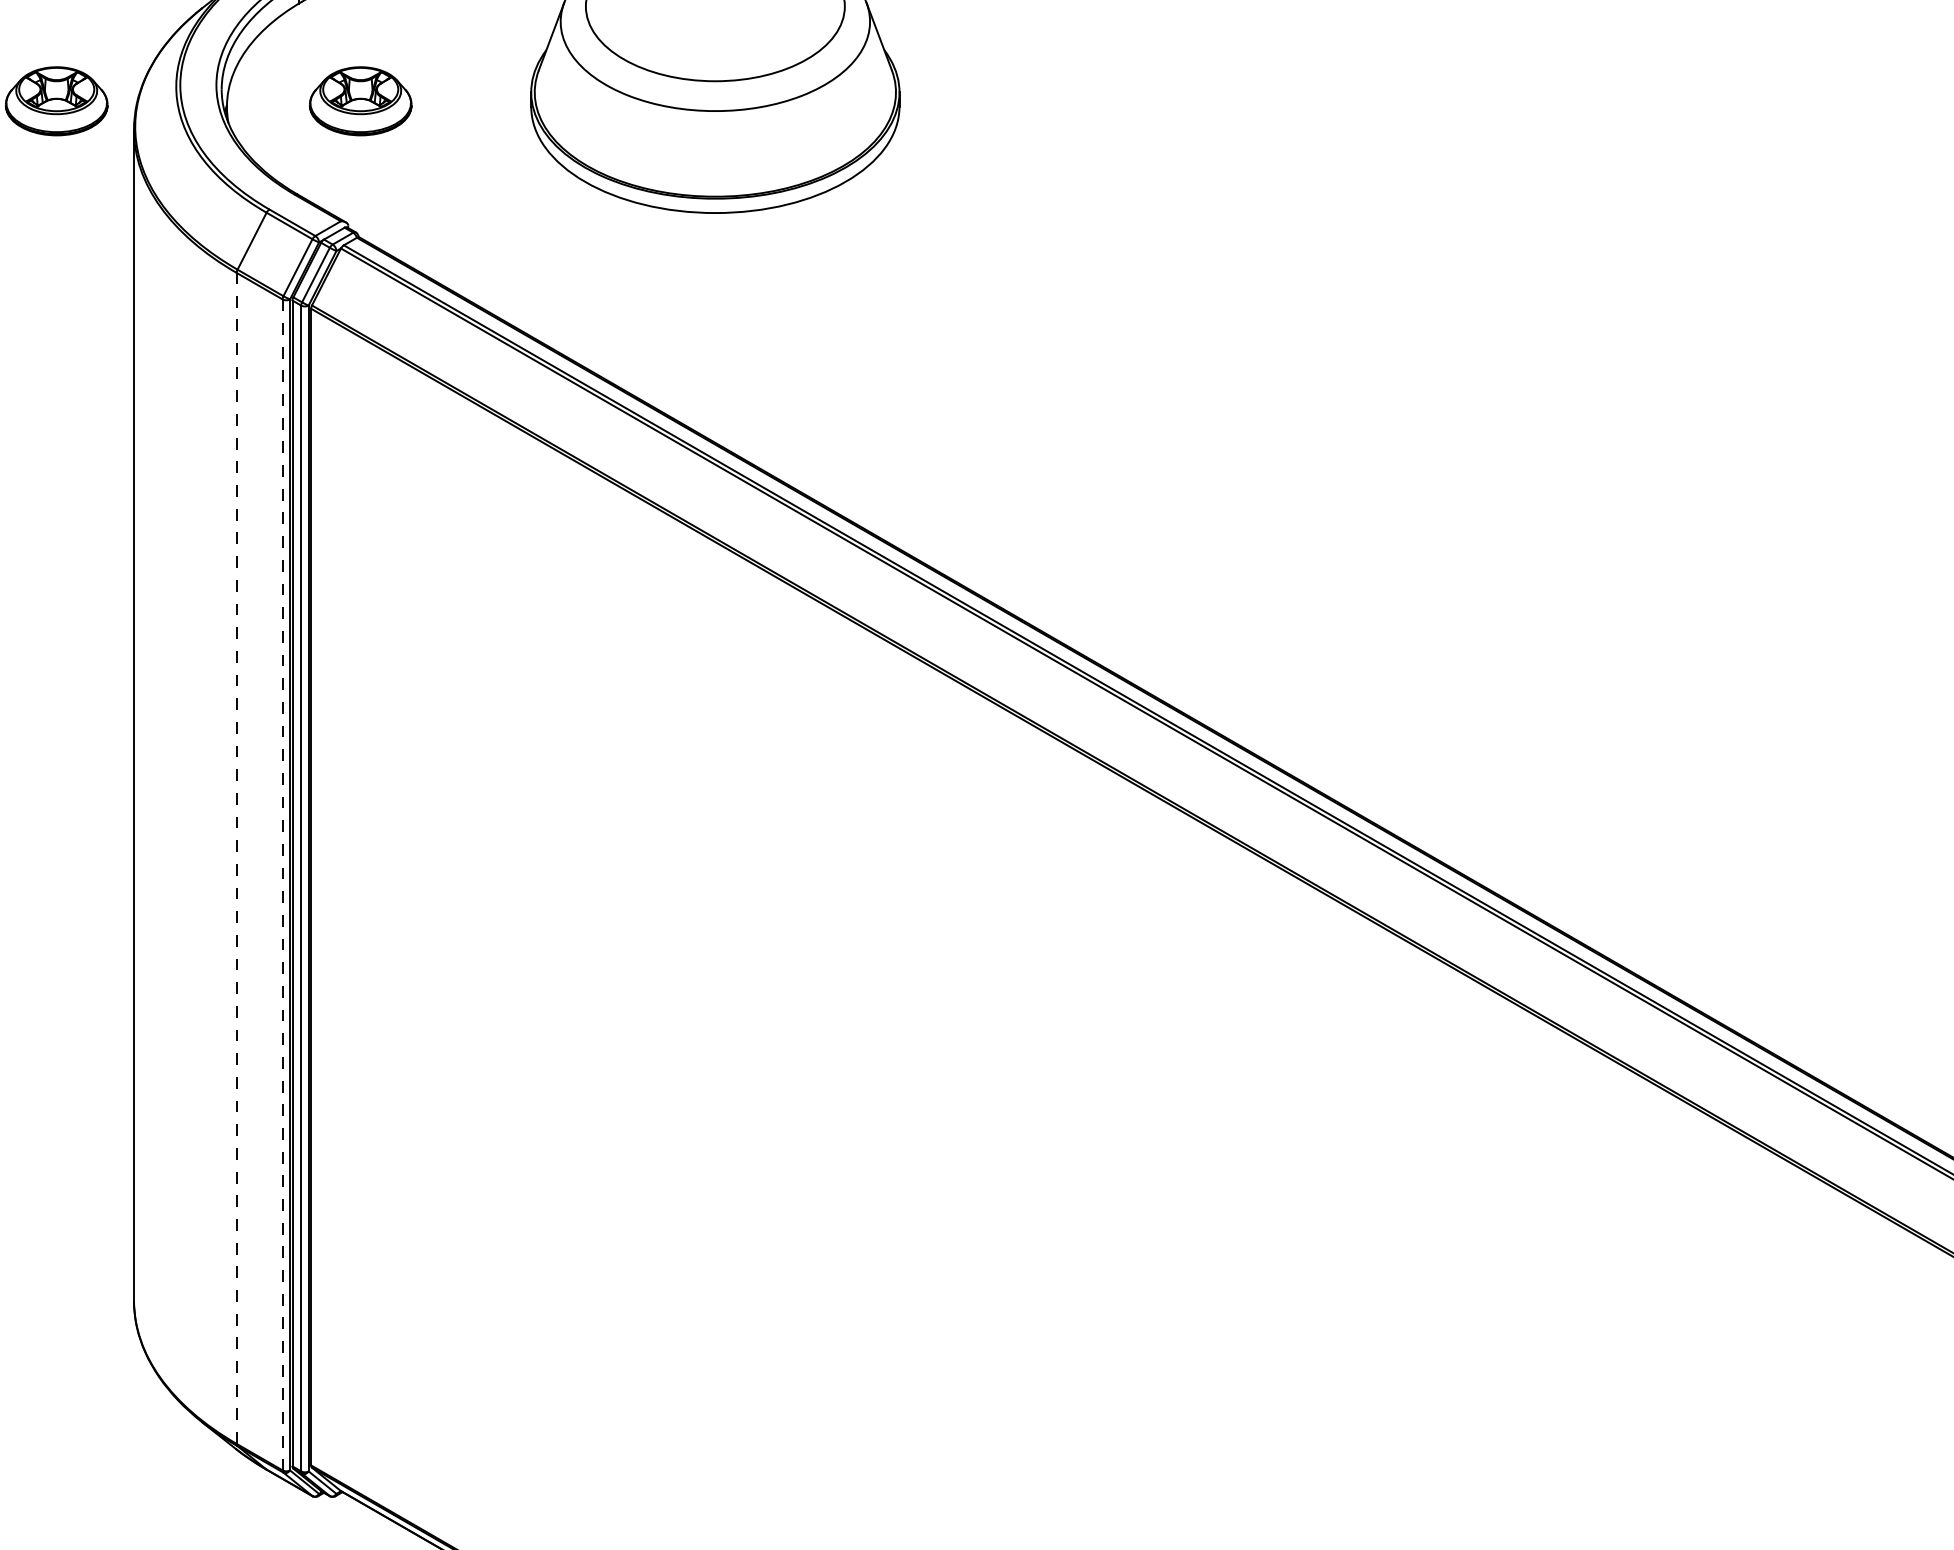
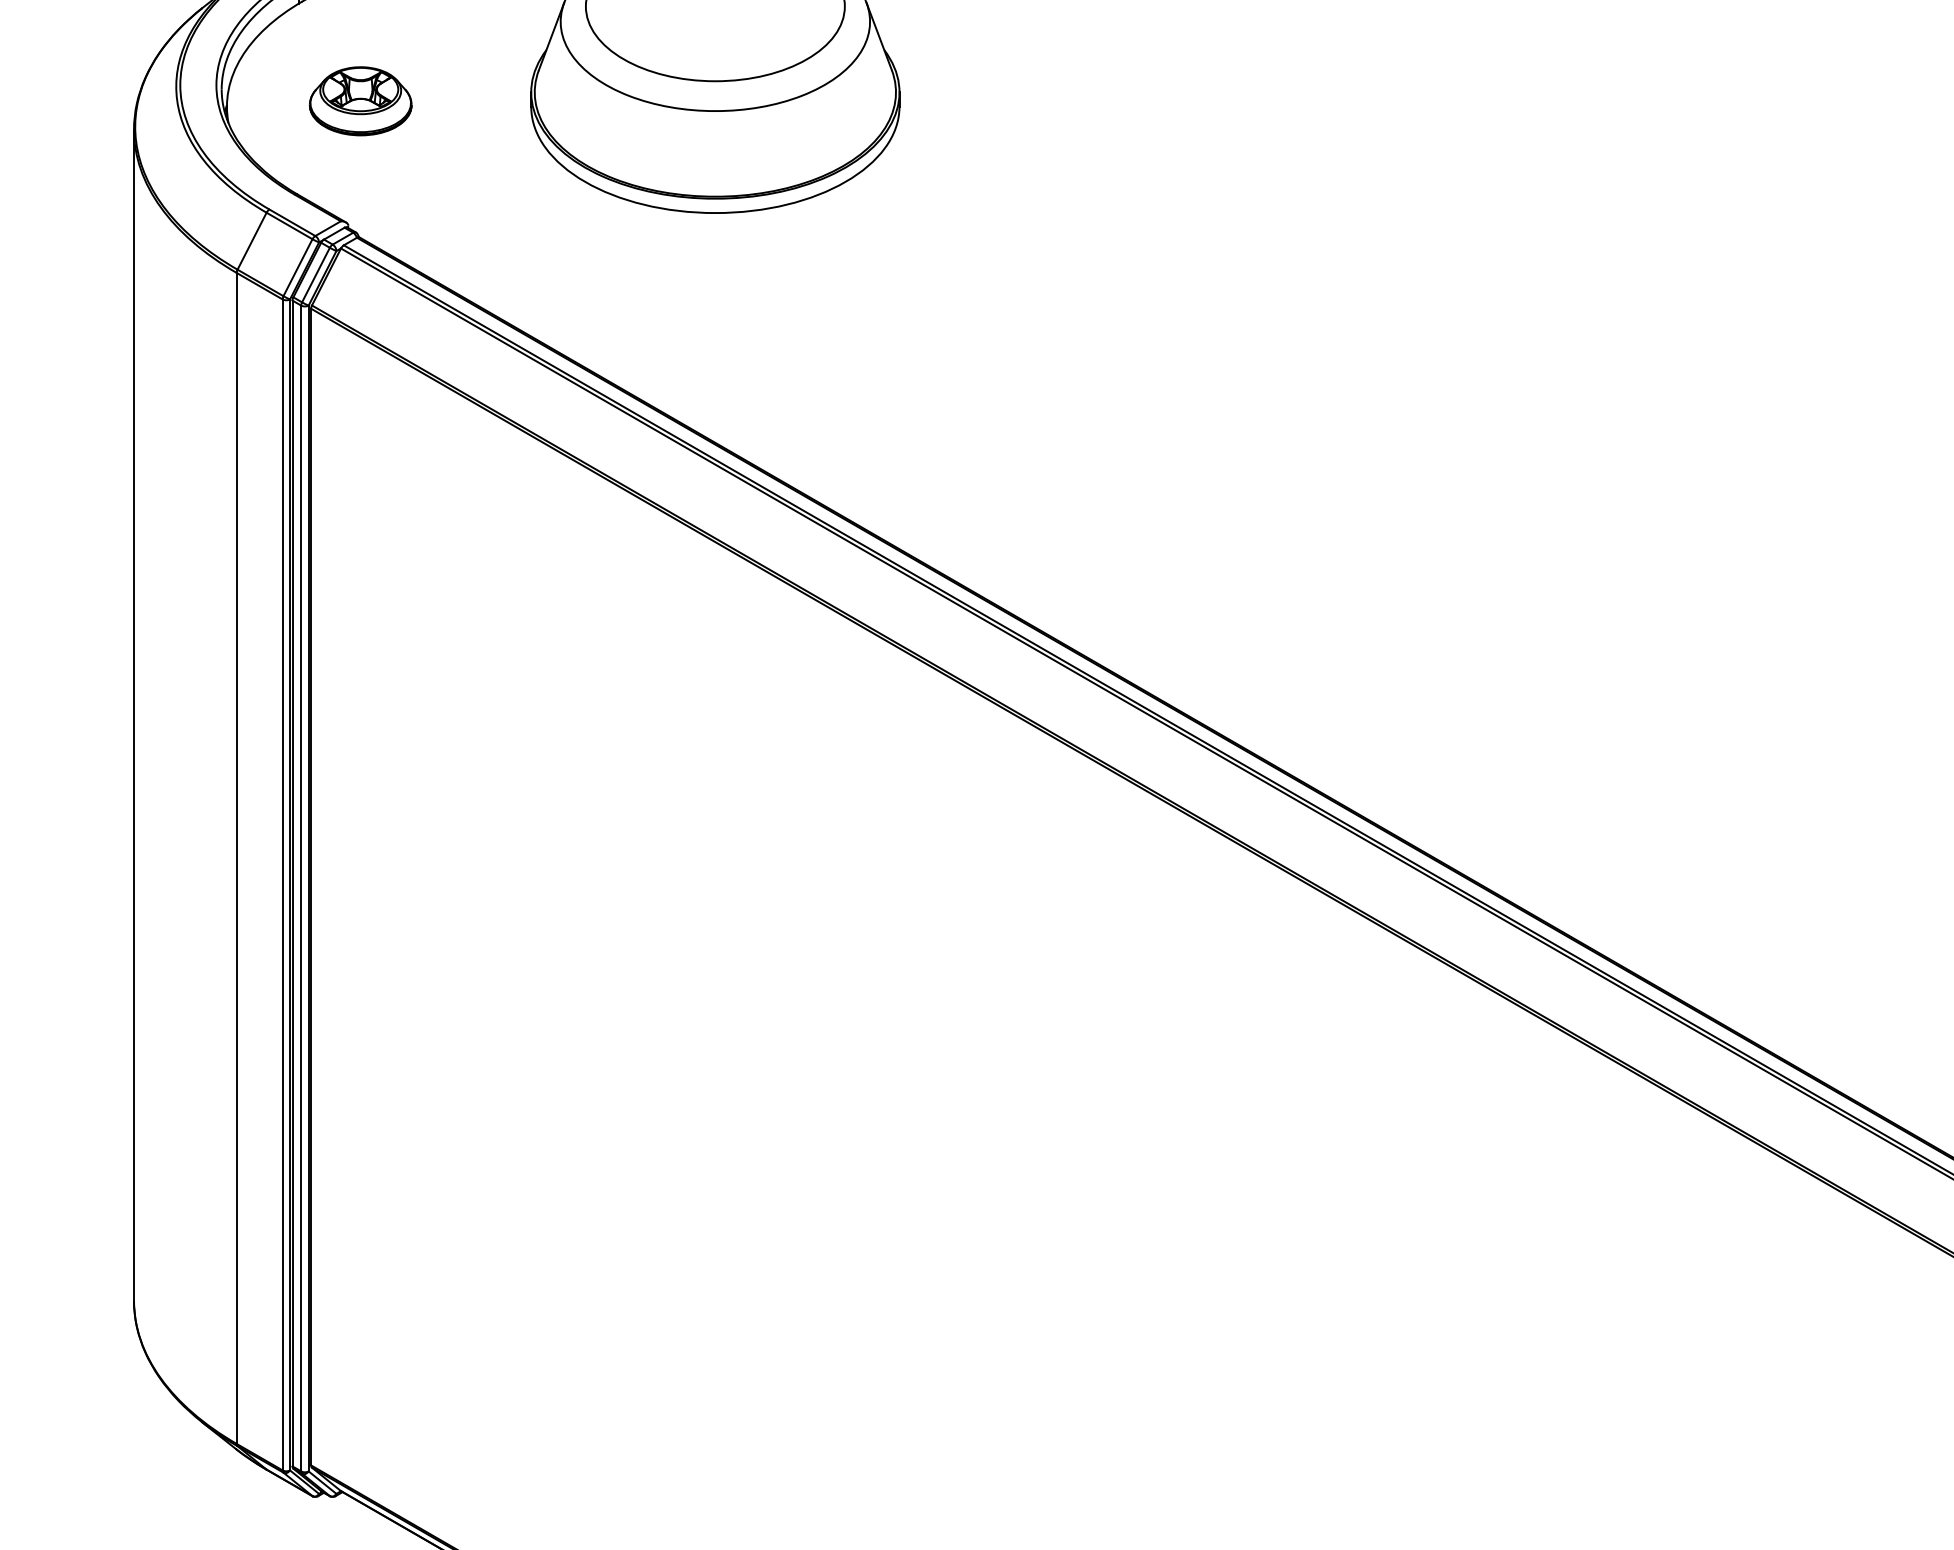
part at (56, 101): present -> none
line at (236, 857): dashed -> solid
line at (282, 885): dashed -> solid
